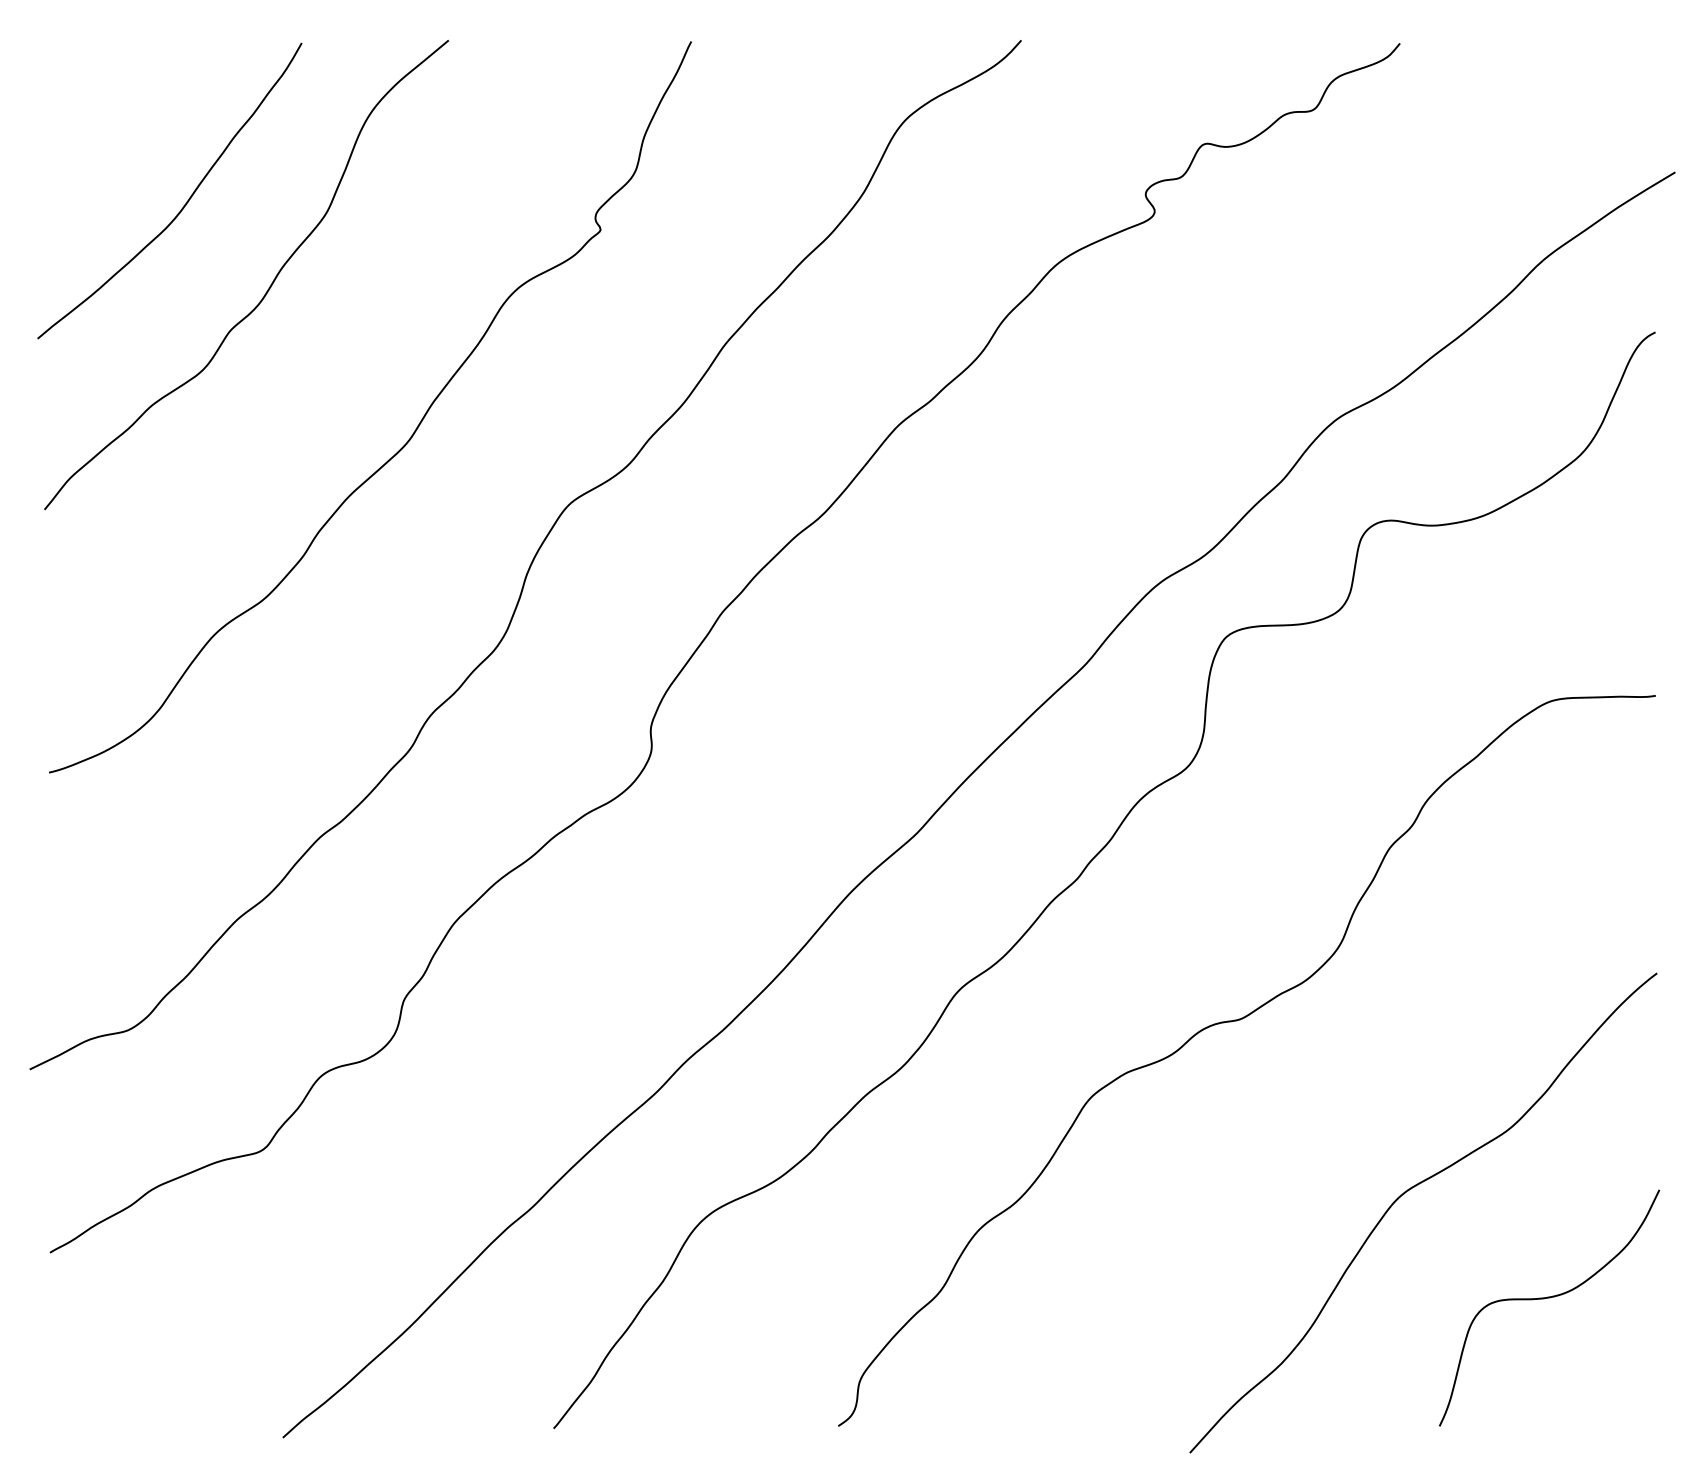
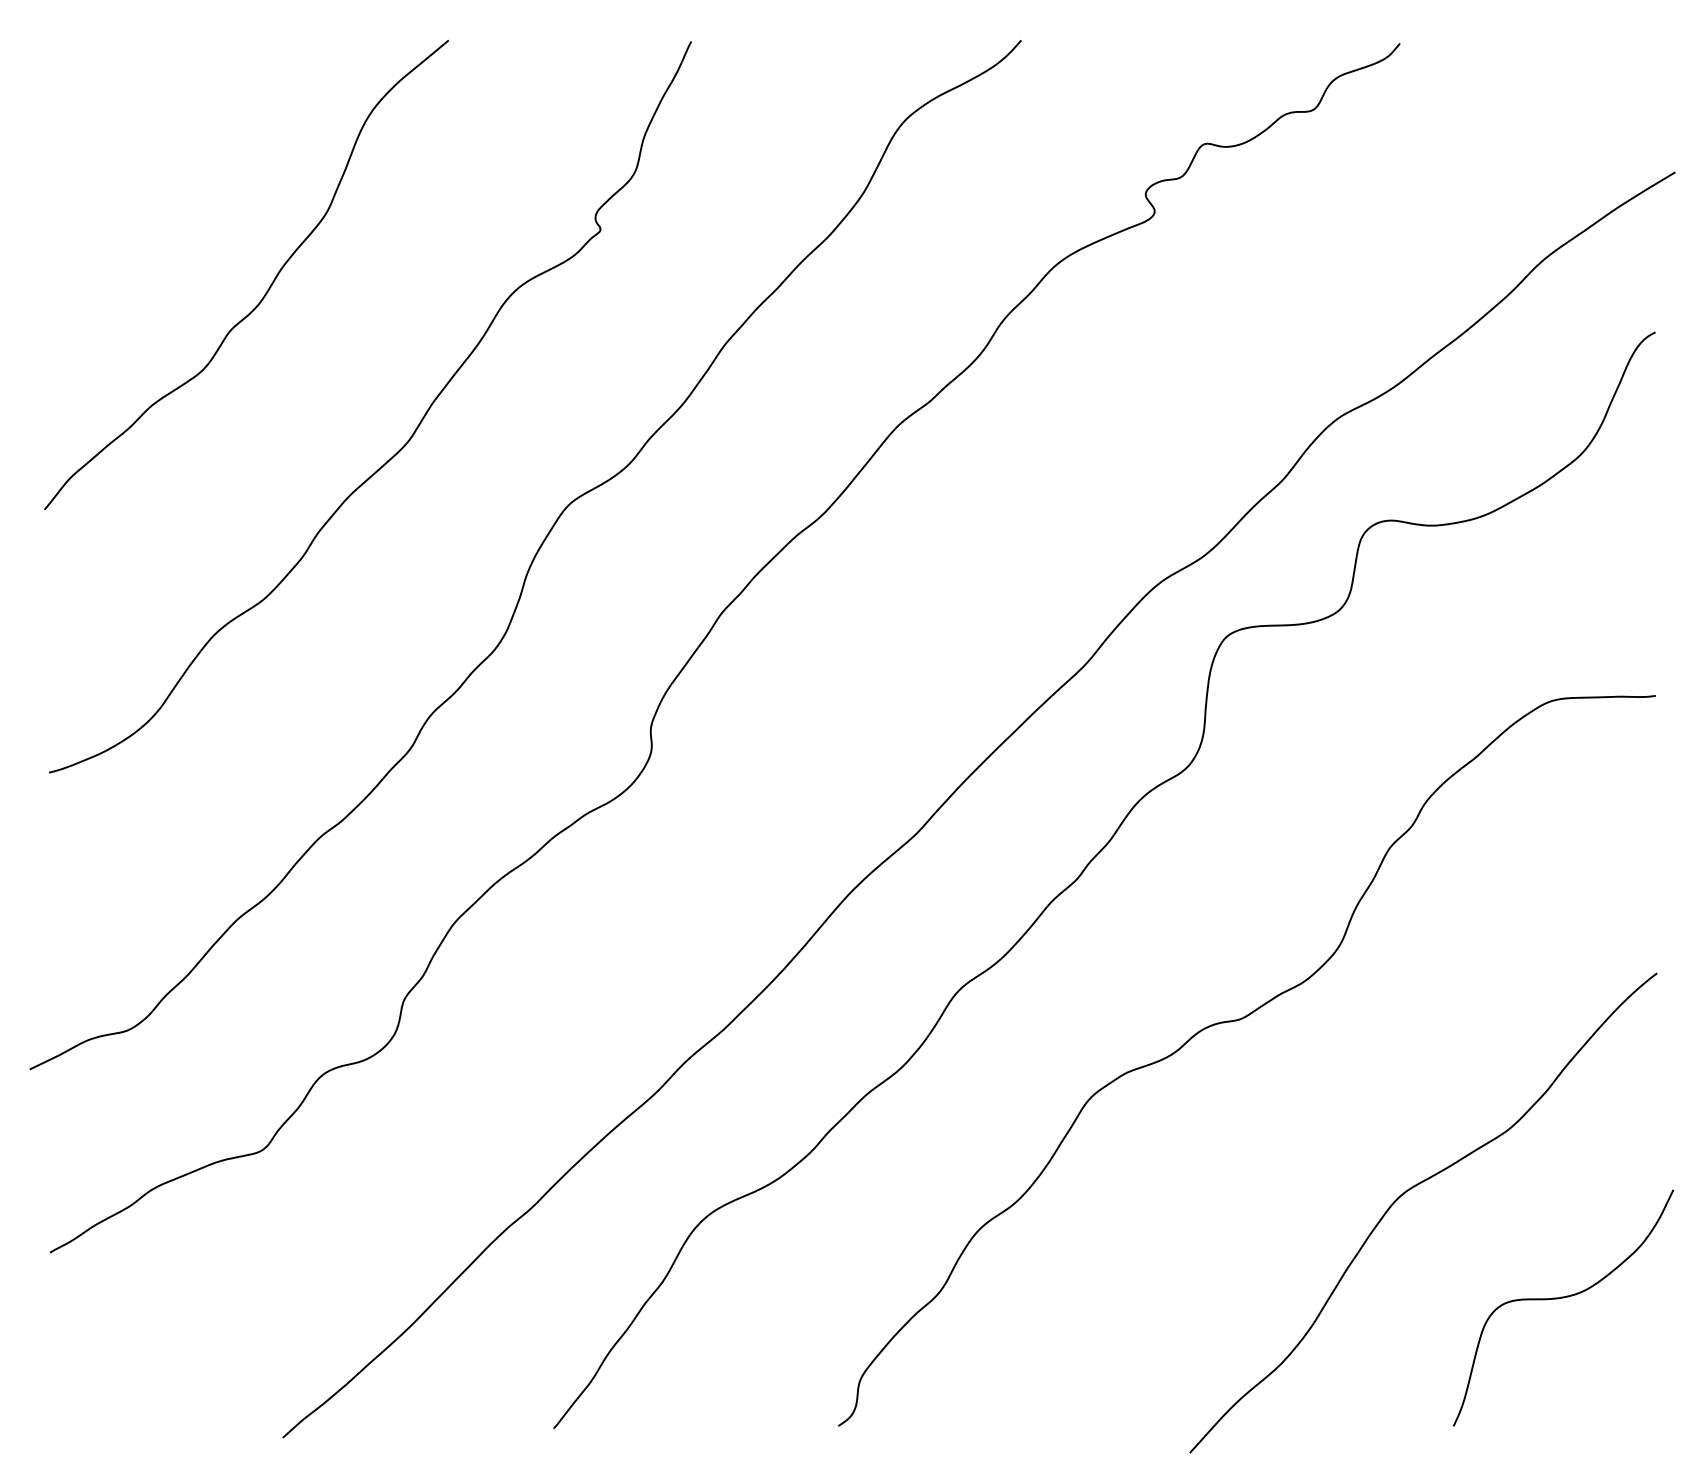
curve at (186, 201): present -> none
curve at (1549, 1298) position: (1549, 1298) -> (1563, 1298)
